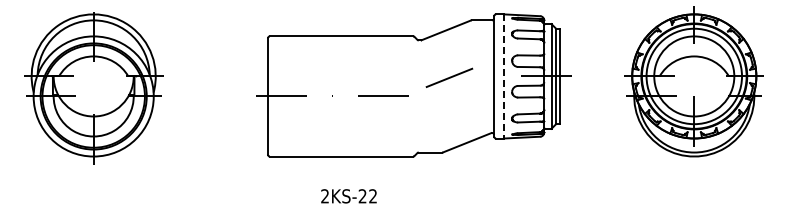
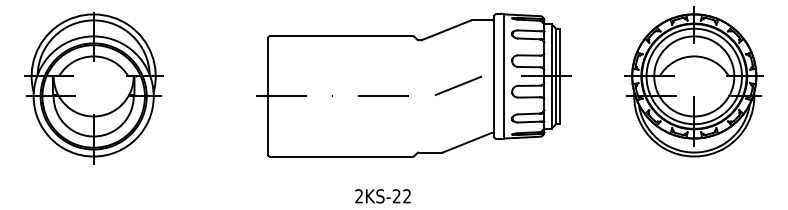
line at (504, 76): dashed -> solid
line at (449, 77) position: (449, 77) -> (458, 85)
text at (348, 196) position: (348, 196) -> (382, 196)
